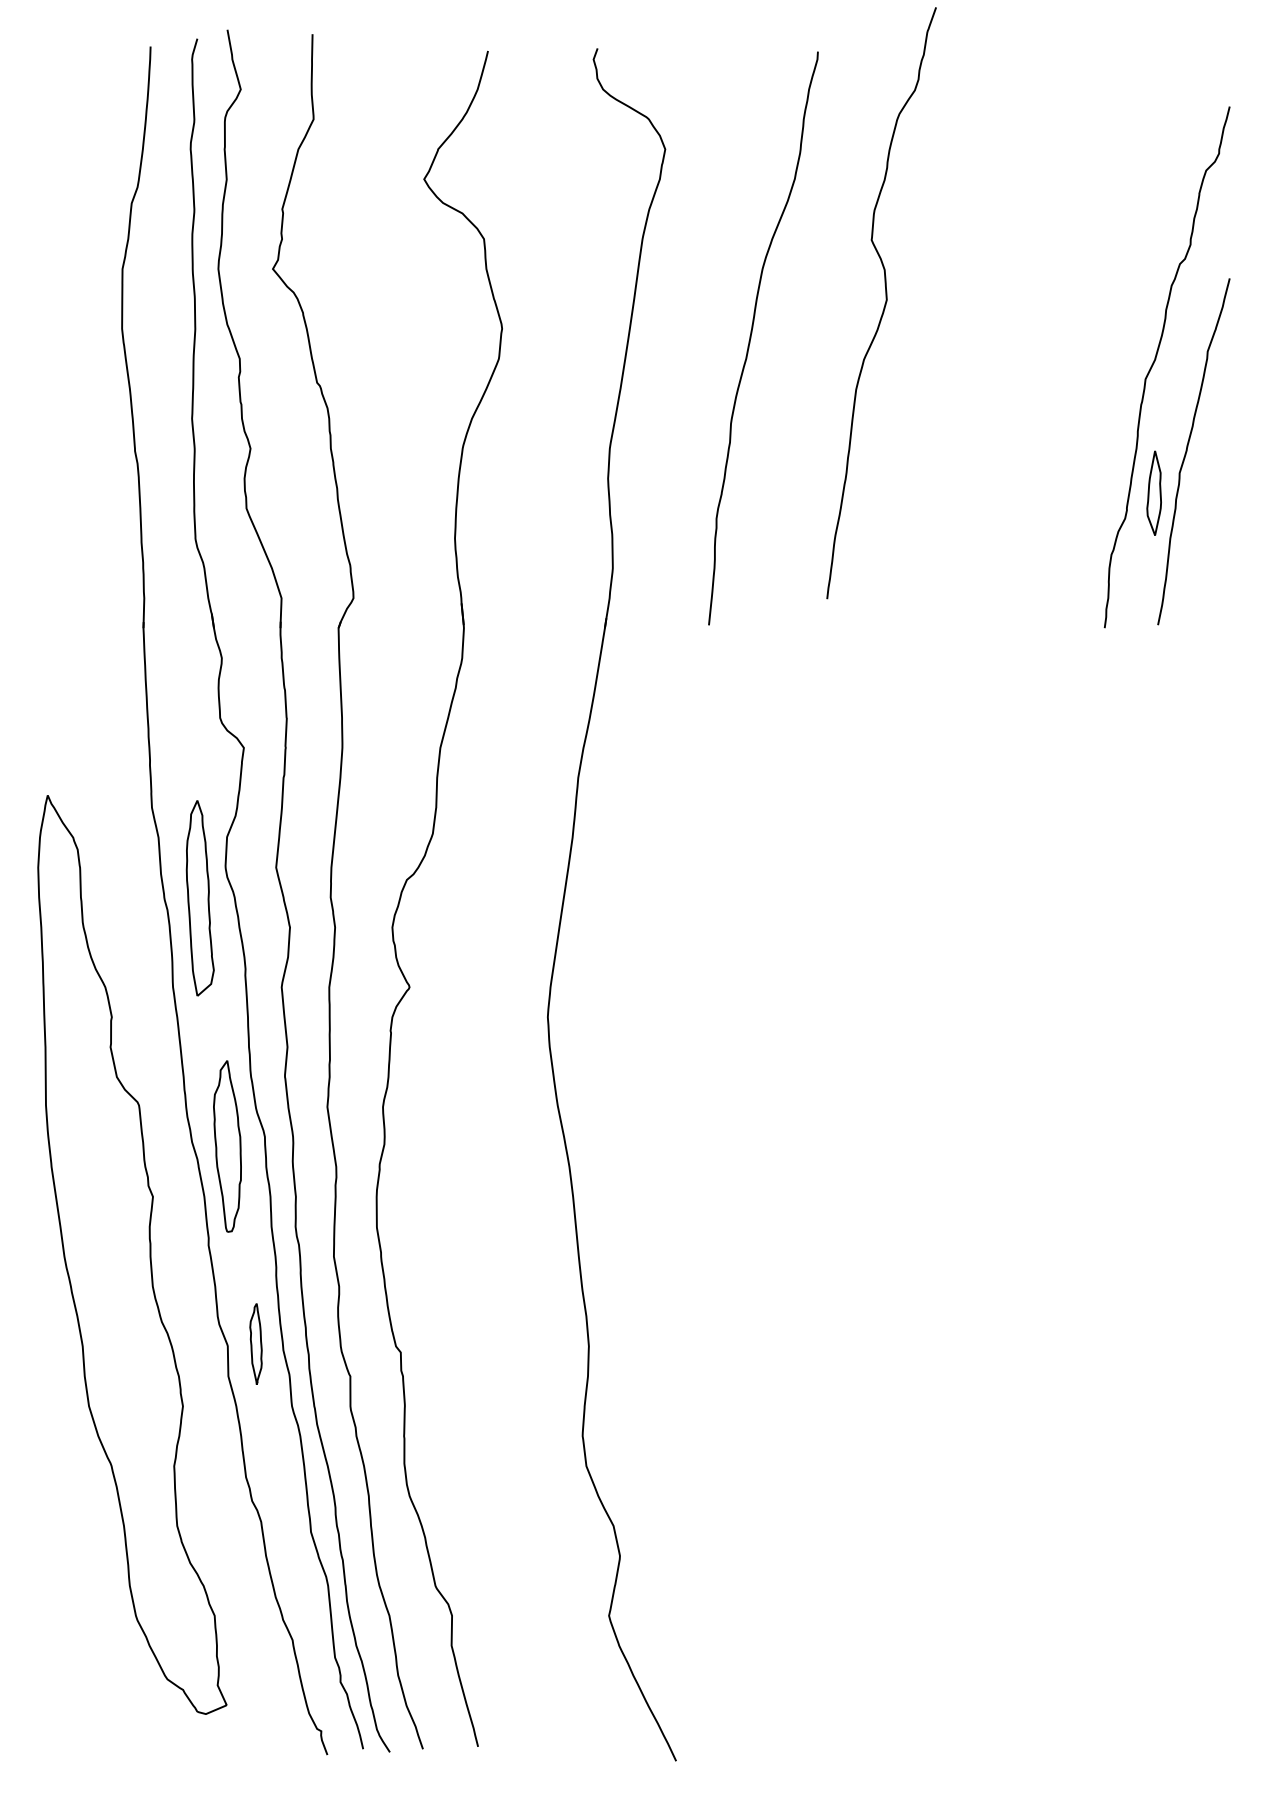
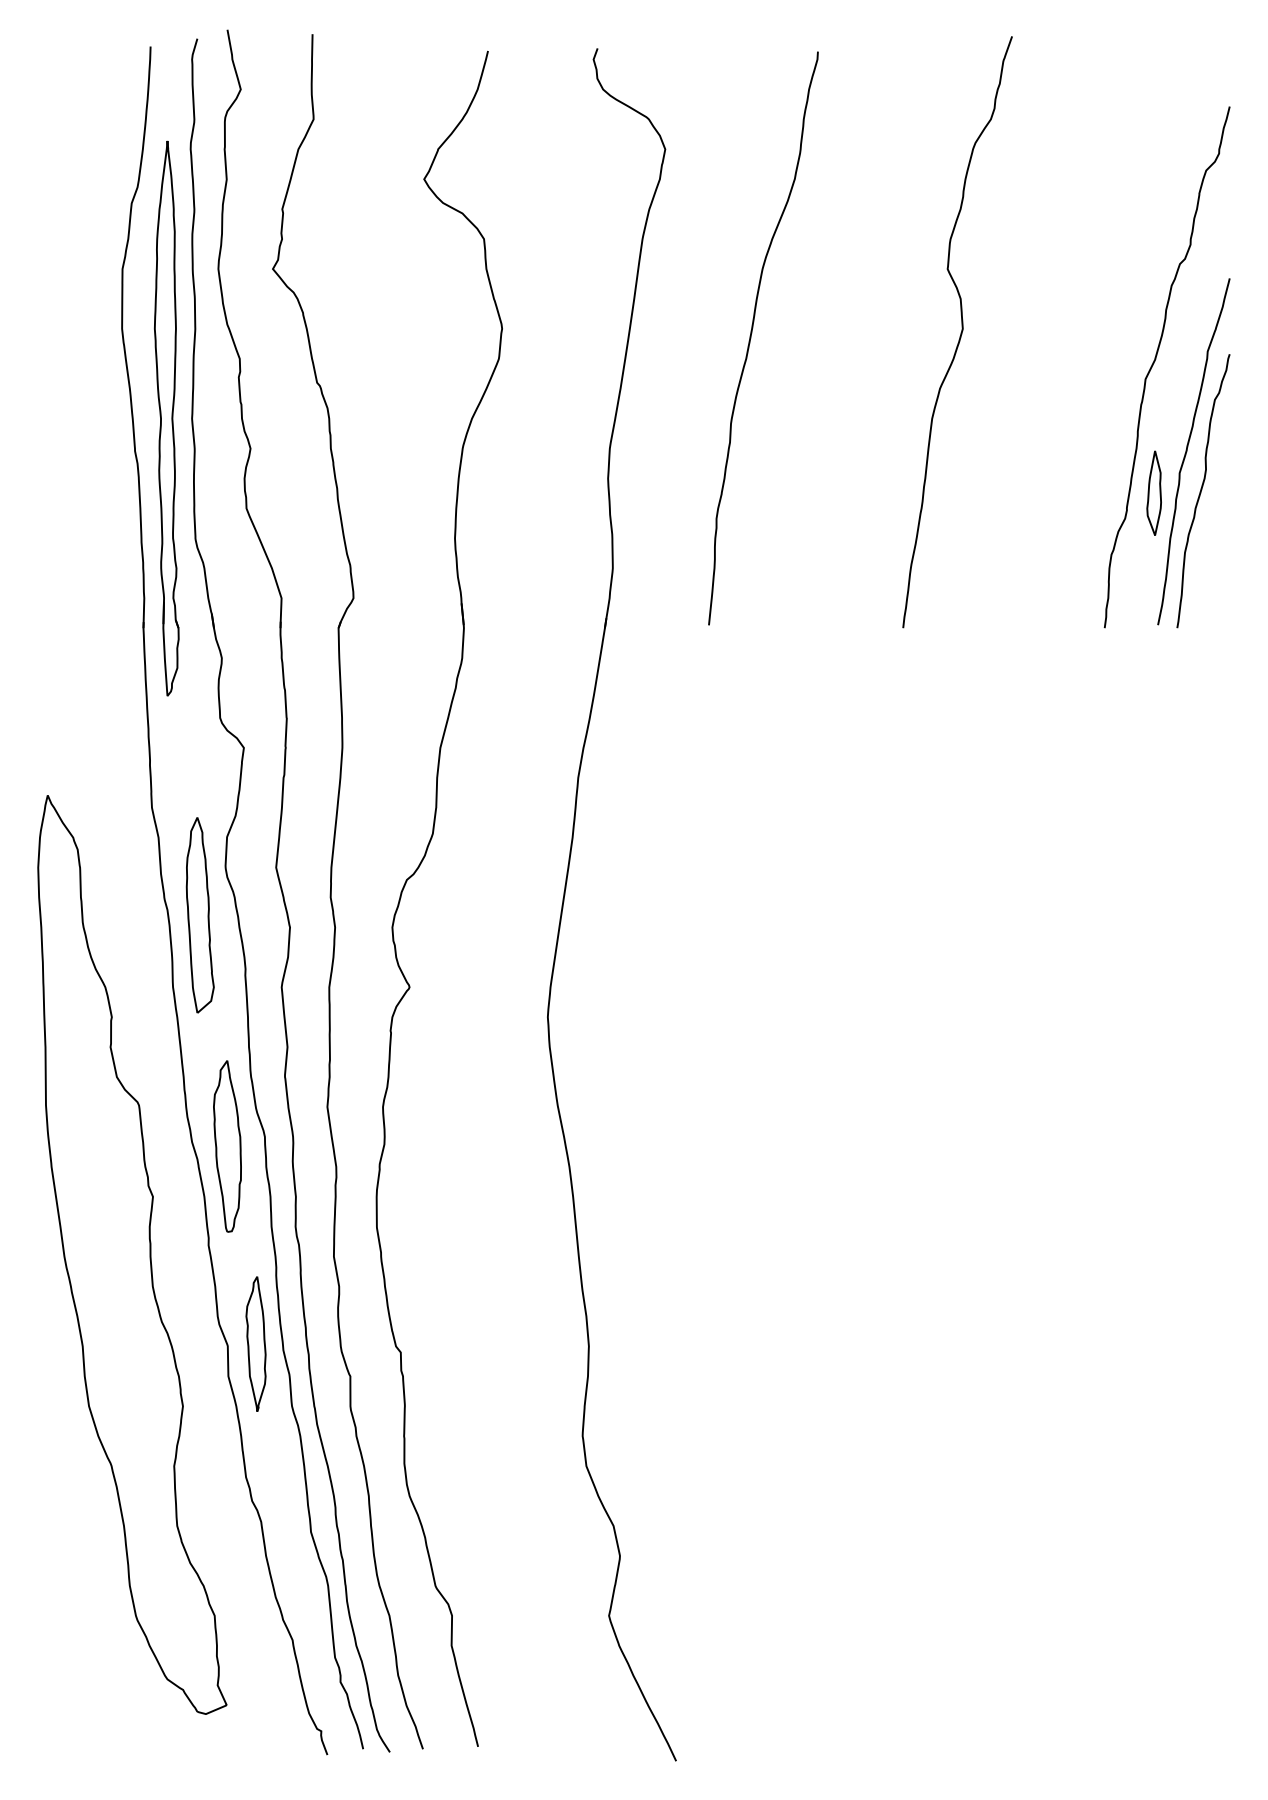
curve at (884, 303) position: (884, 303) -> (960, 332)
part at (166, 418): none -> present
curve at (1201, 491): none -> present
part at (199, 898) position: (199, 898) -> (199, 915)
part at (255, 1343) size: 14x82 px -> 22x136 px
